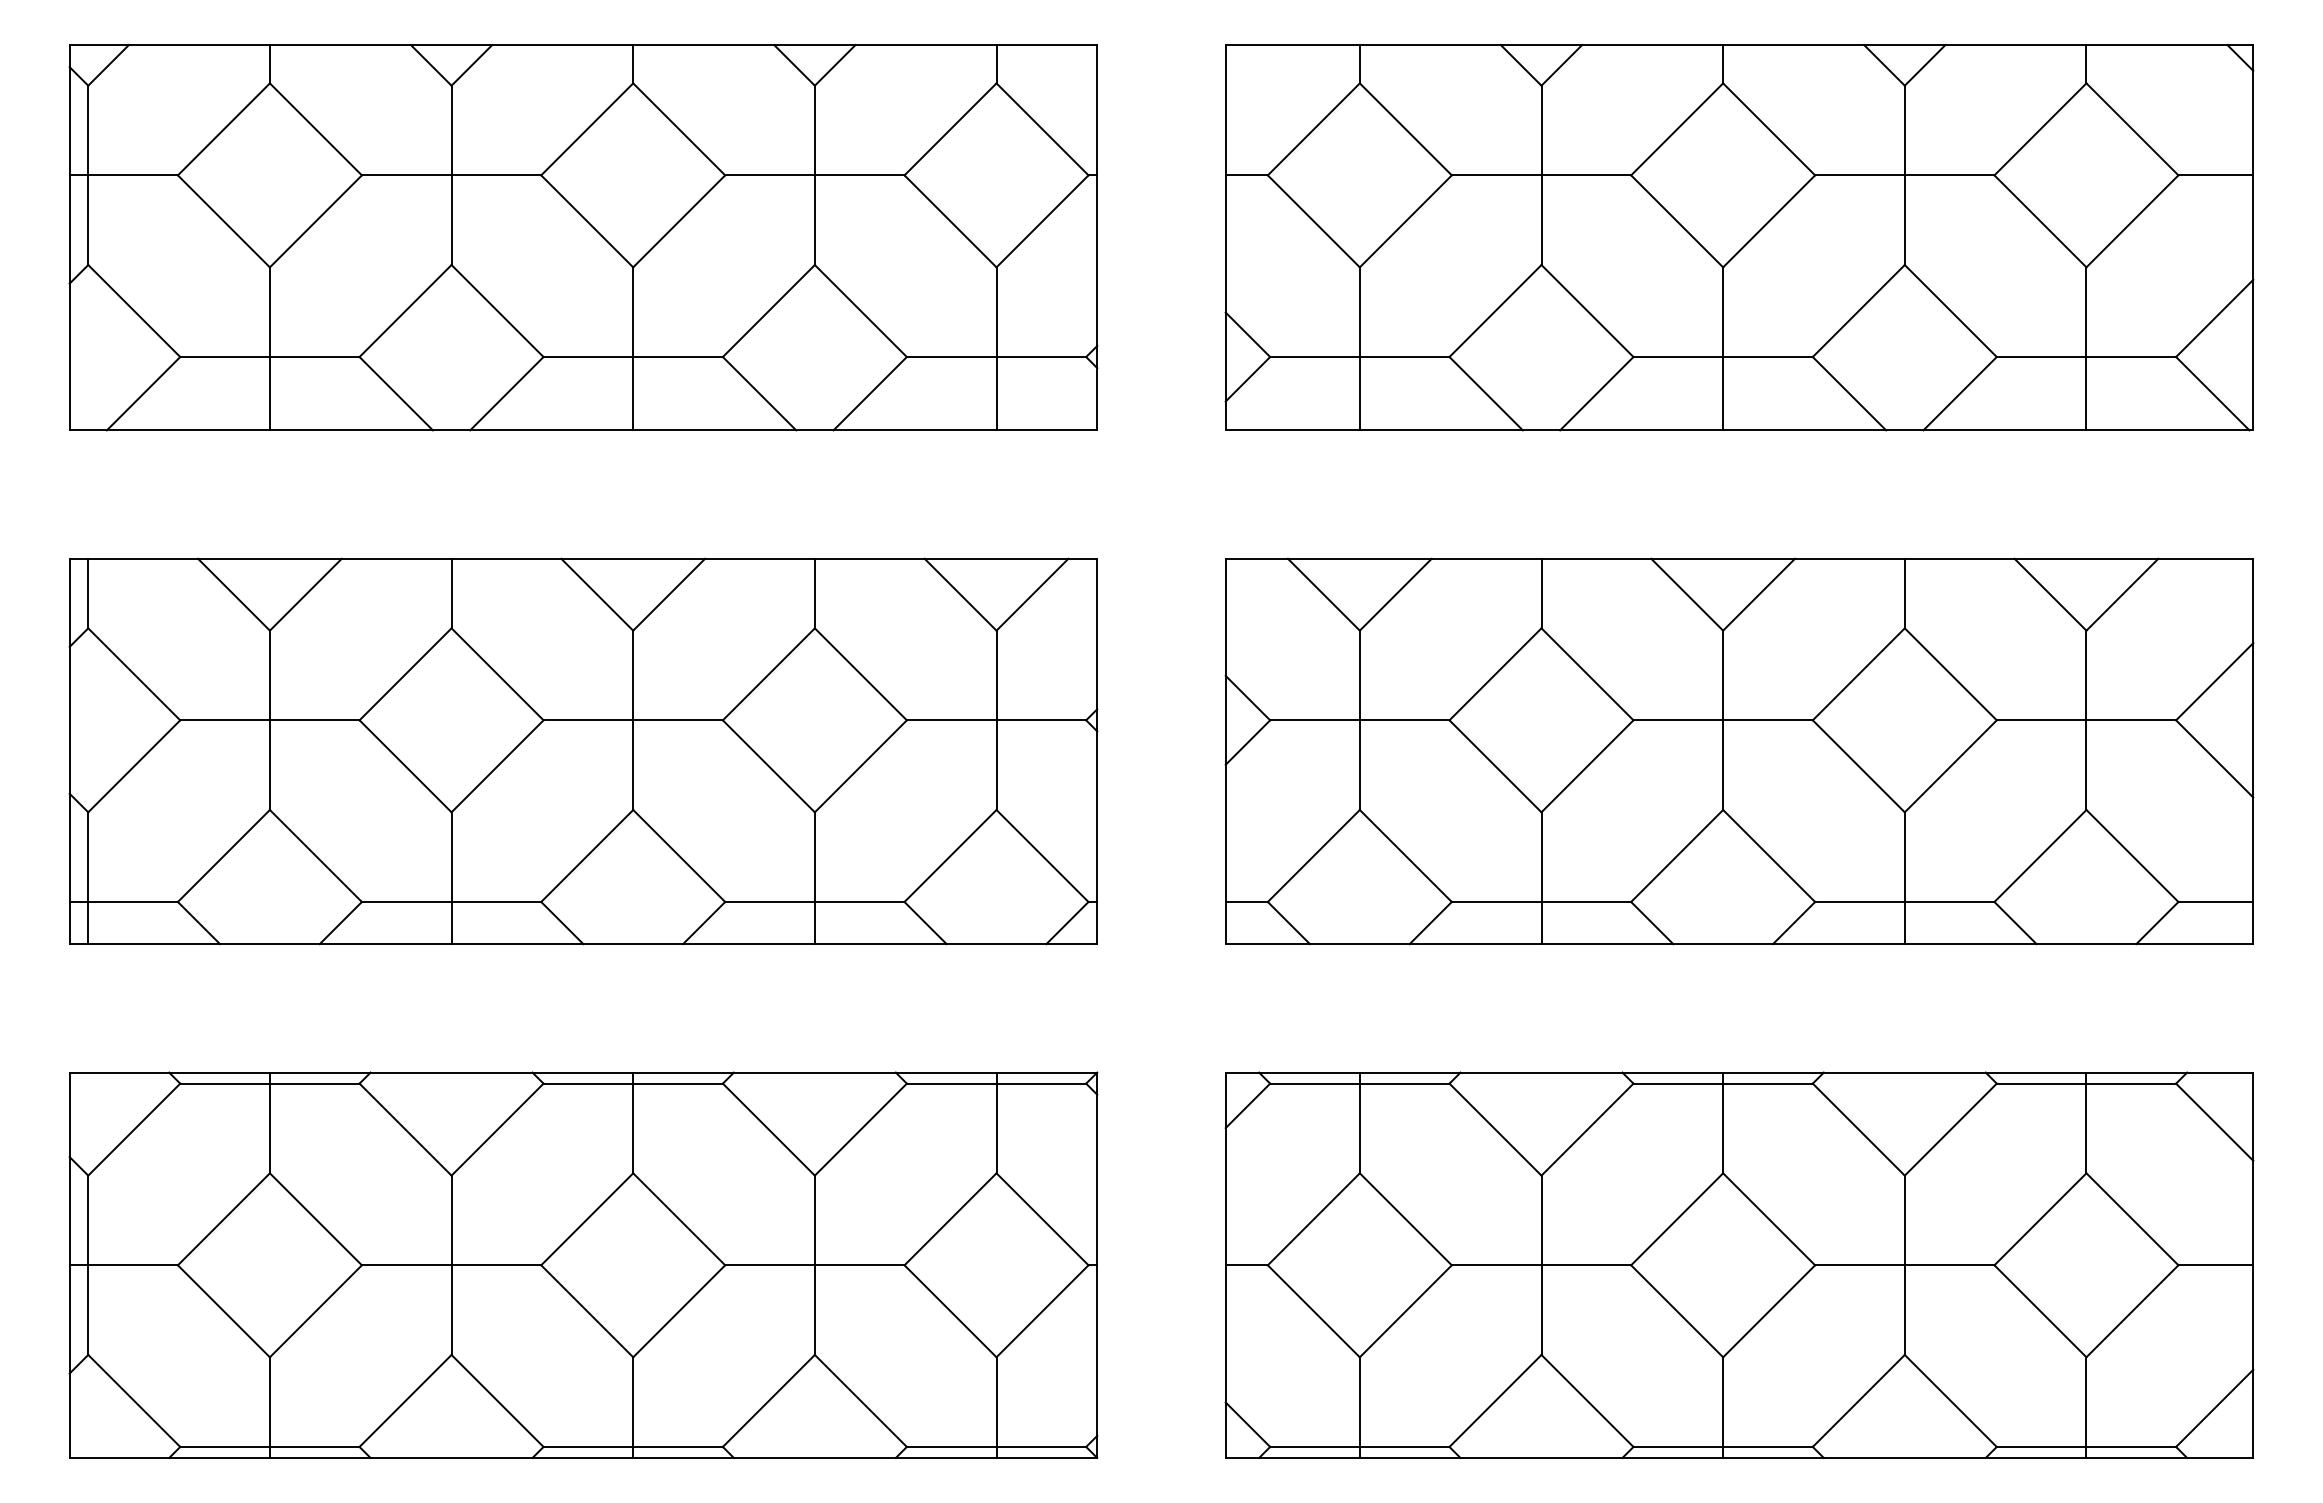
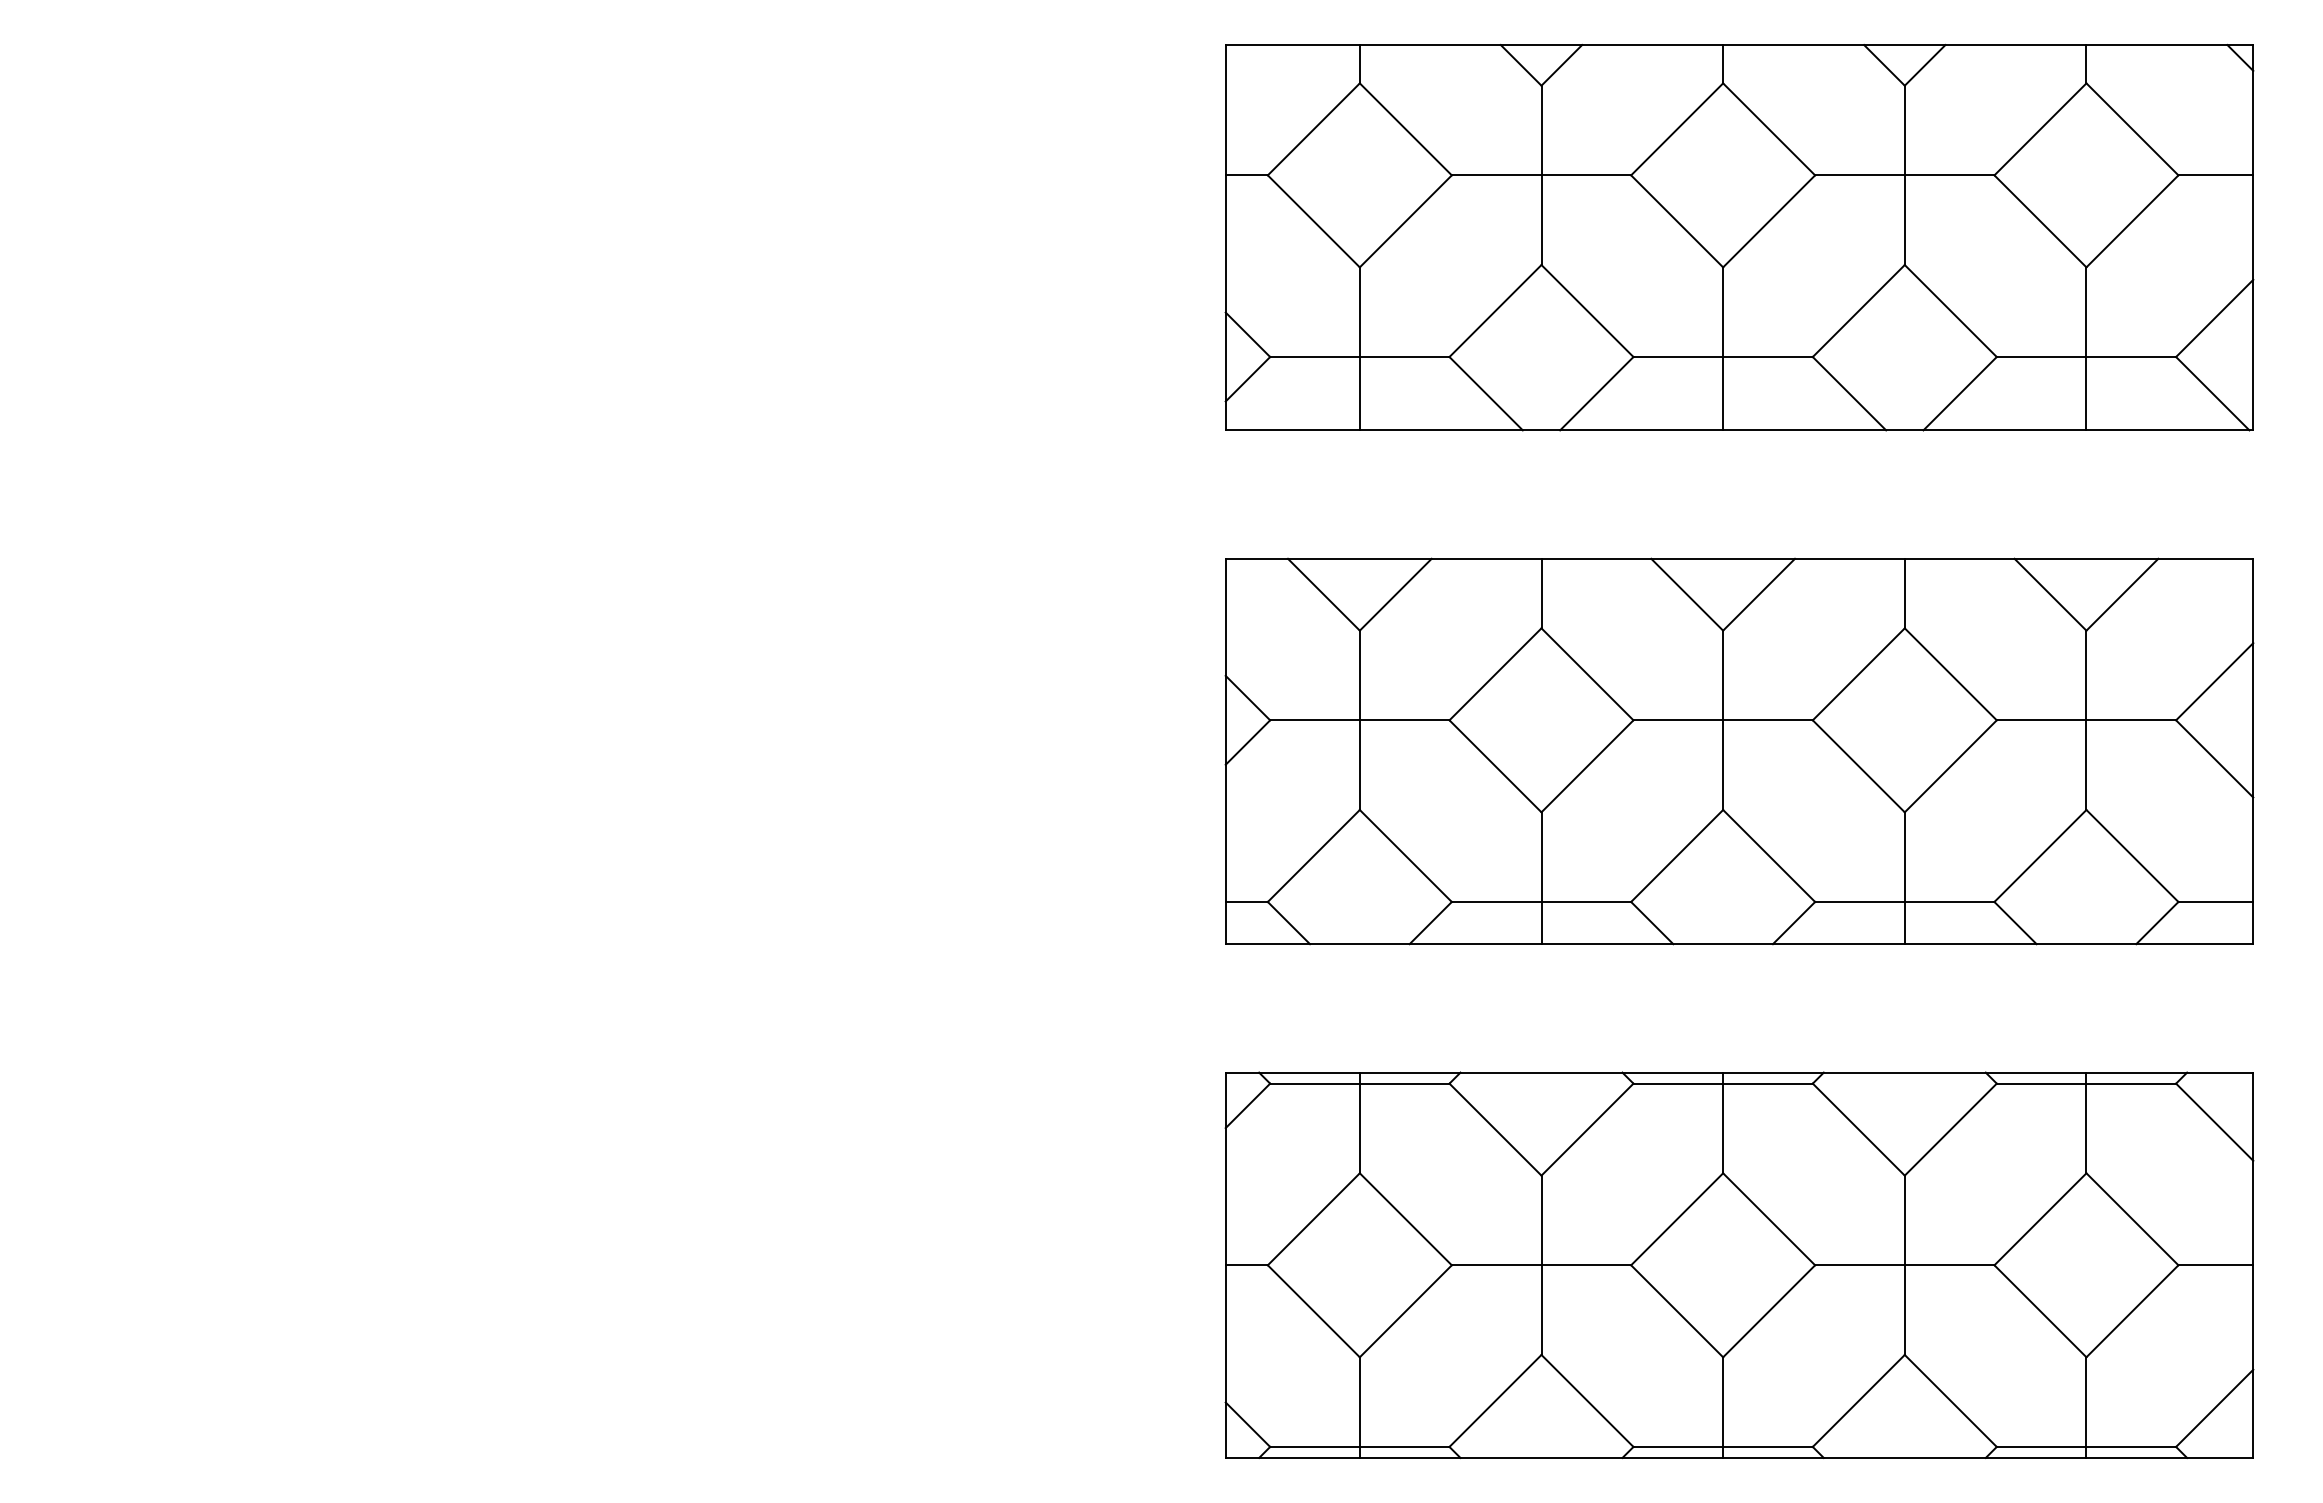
part at (583, 237): present -> none
part at (583, 751): present -> none
part at (583, 1264): present -> none
